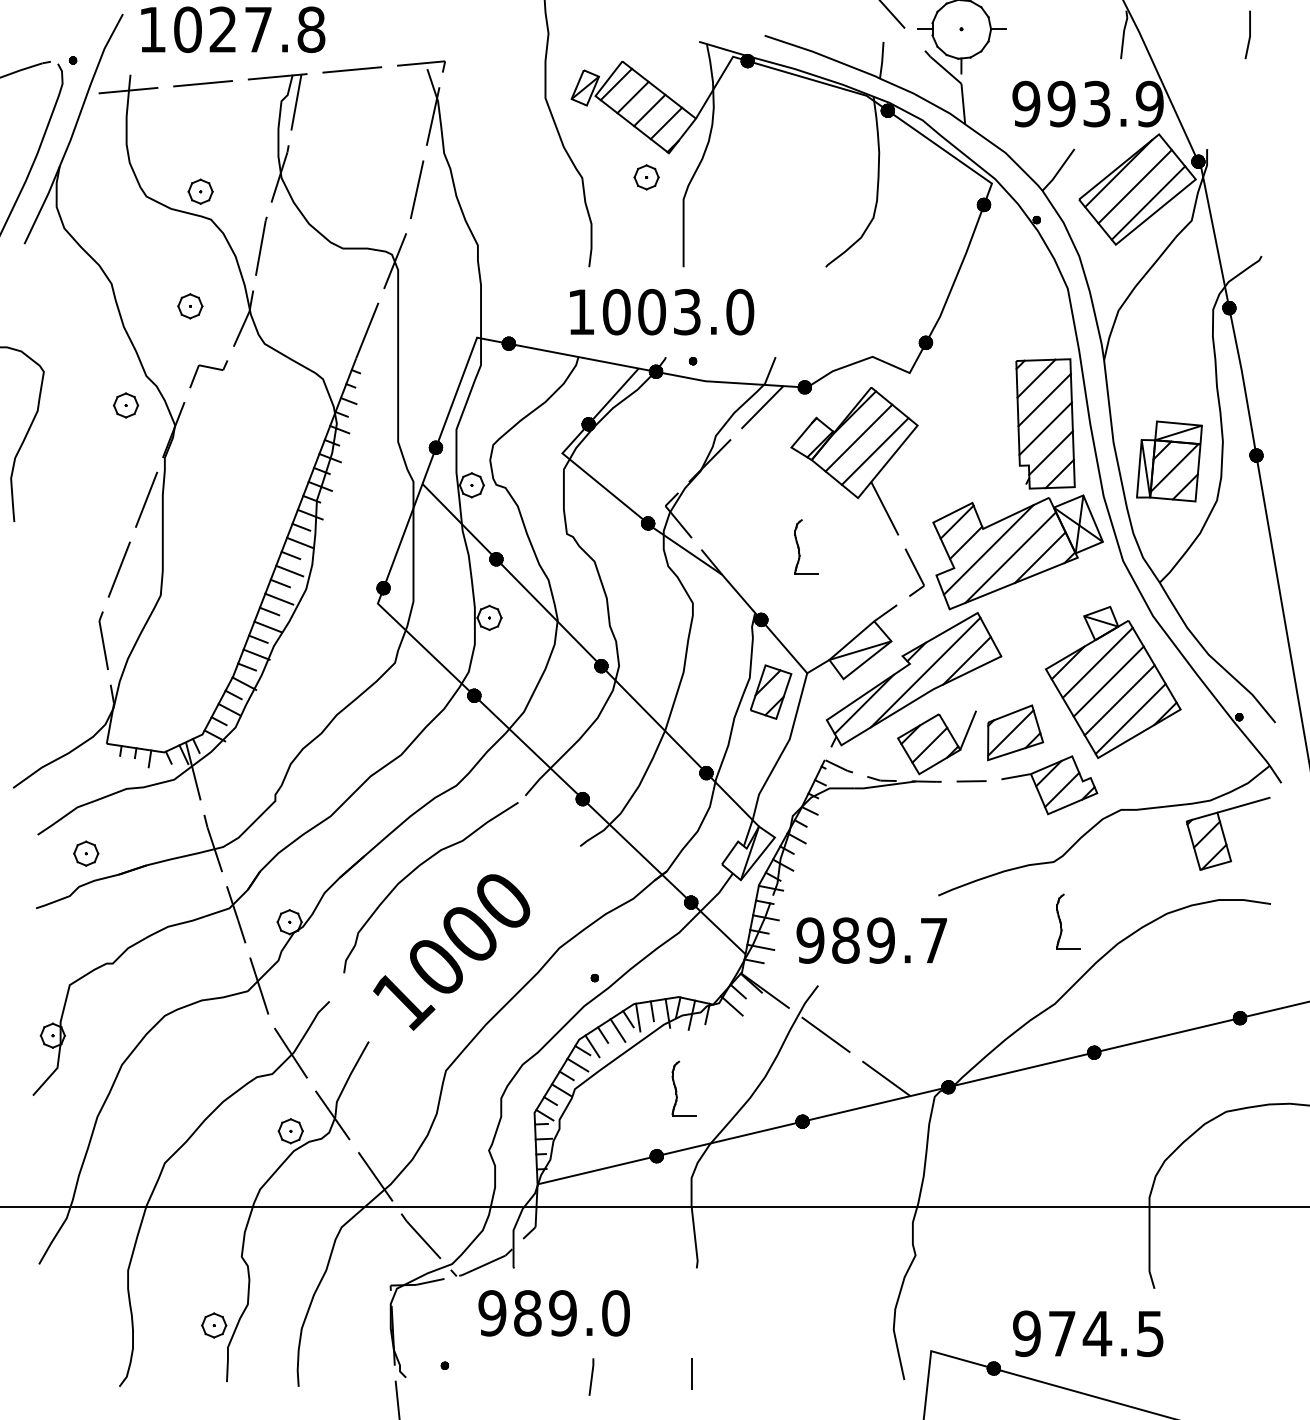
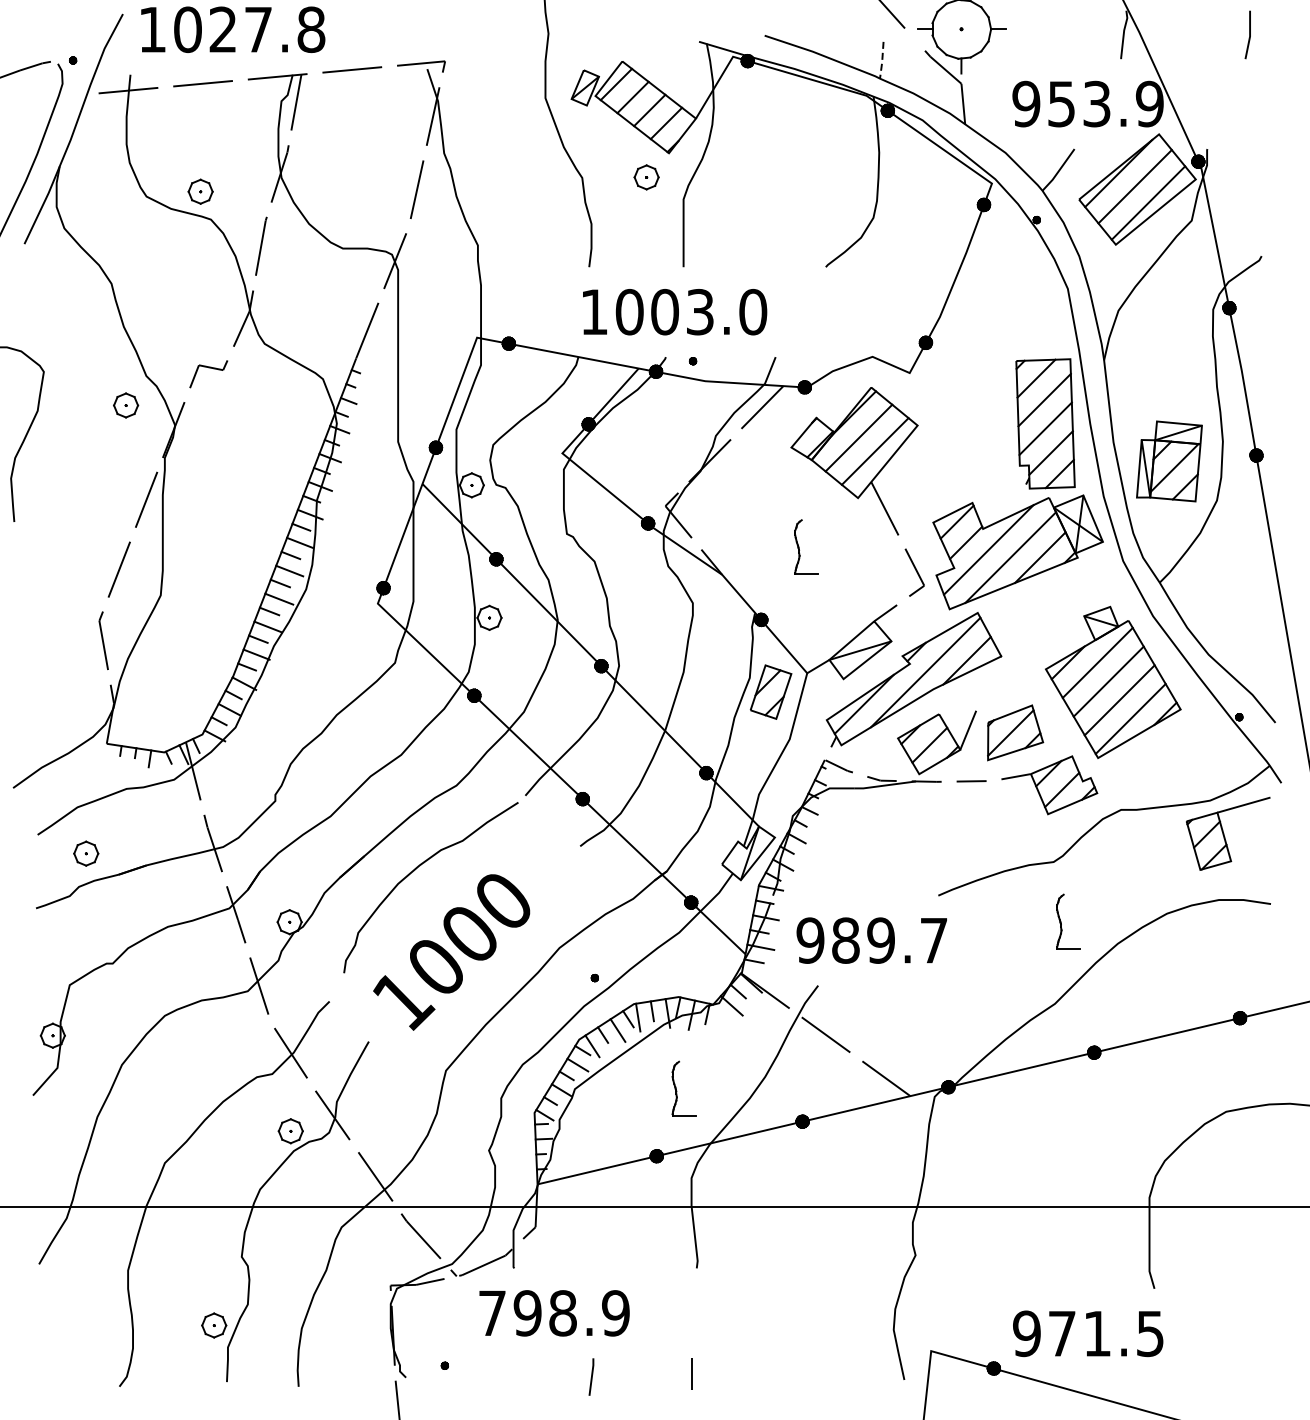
line at (882, 61): solid -> dashed
text at (1061, 103): 993.9 -> 953.9
part at (190, 306): present -> none
text at (662, 312) position: (662, 312) -> (675, 312)
text at (553, 1313): 989.0 -> 798.9
text at (1097, 1333): 974.5 -> 971.5
